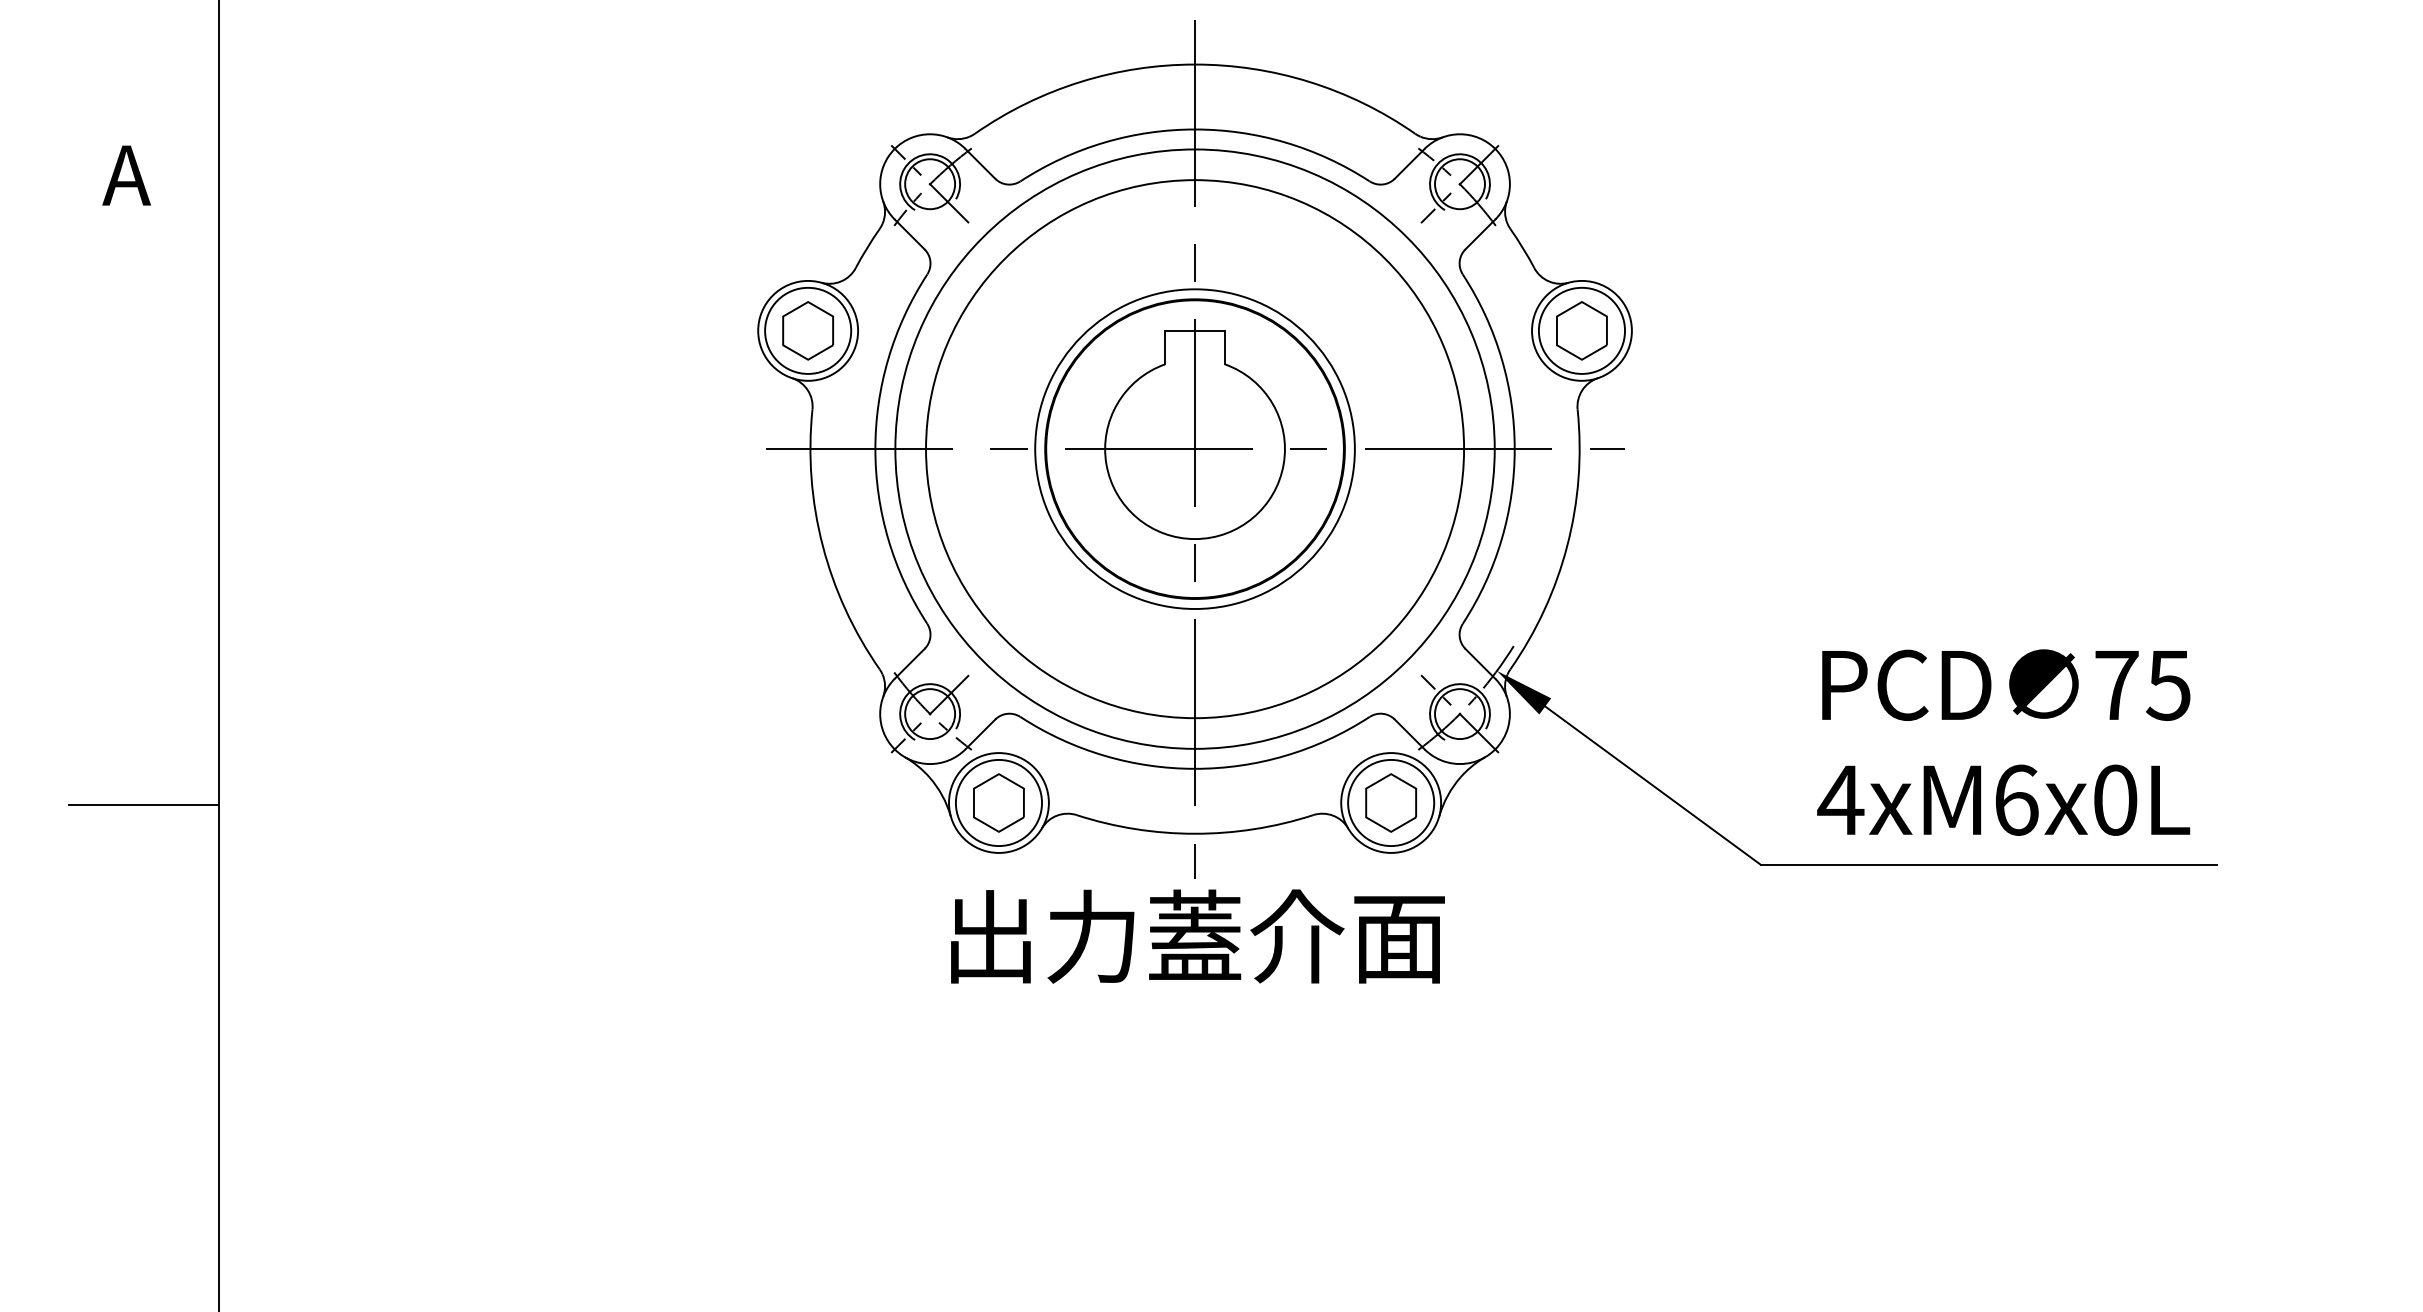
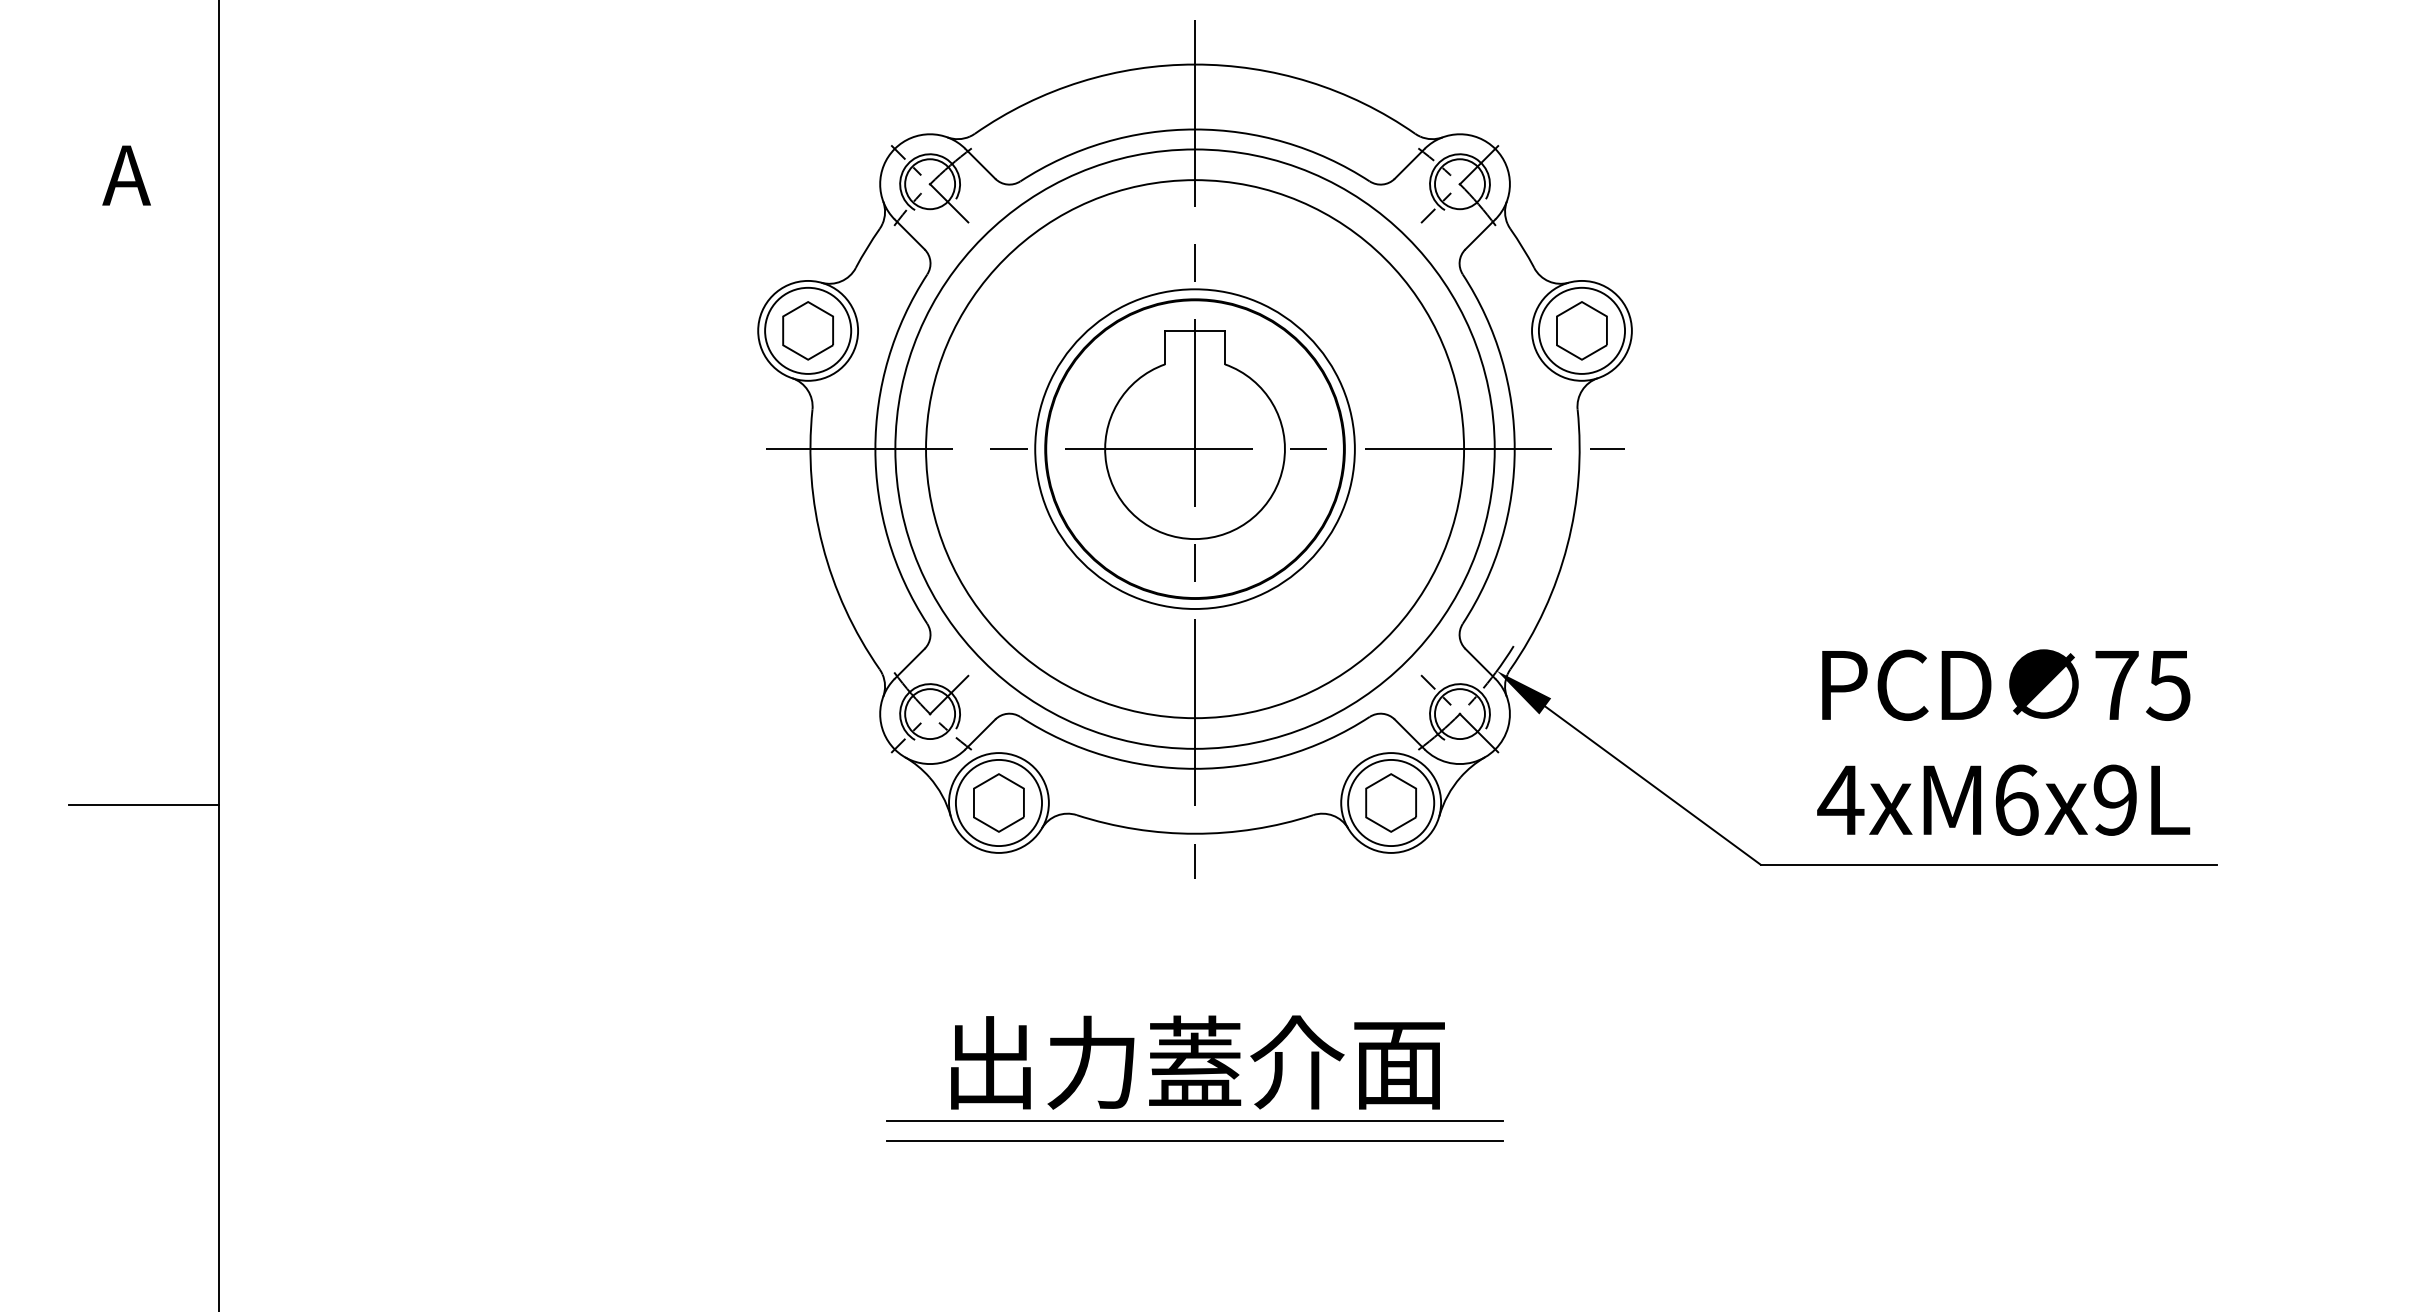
text at (2115, 799): 4xM6x0L -> 4xM6x9L
text at (1197, 936) position: (1197, 936) -> (1197, 1062)
line at (1194, 1121): none -> present
line at (1194, 1141): none -> present
